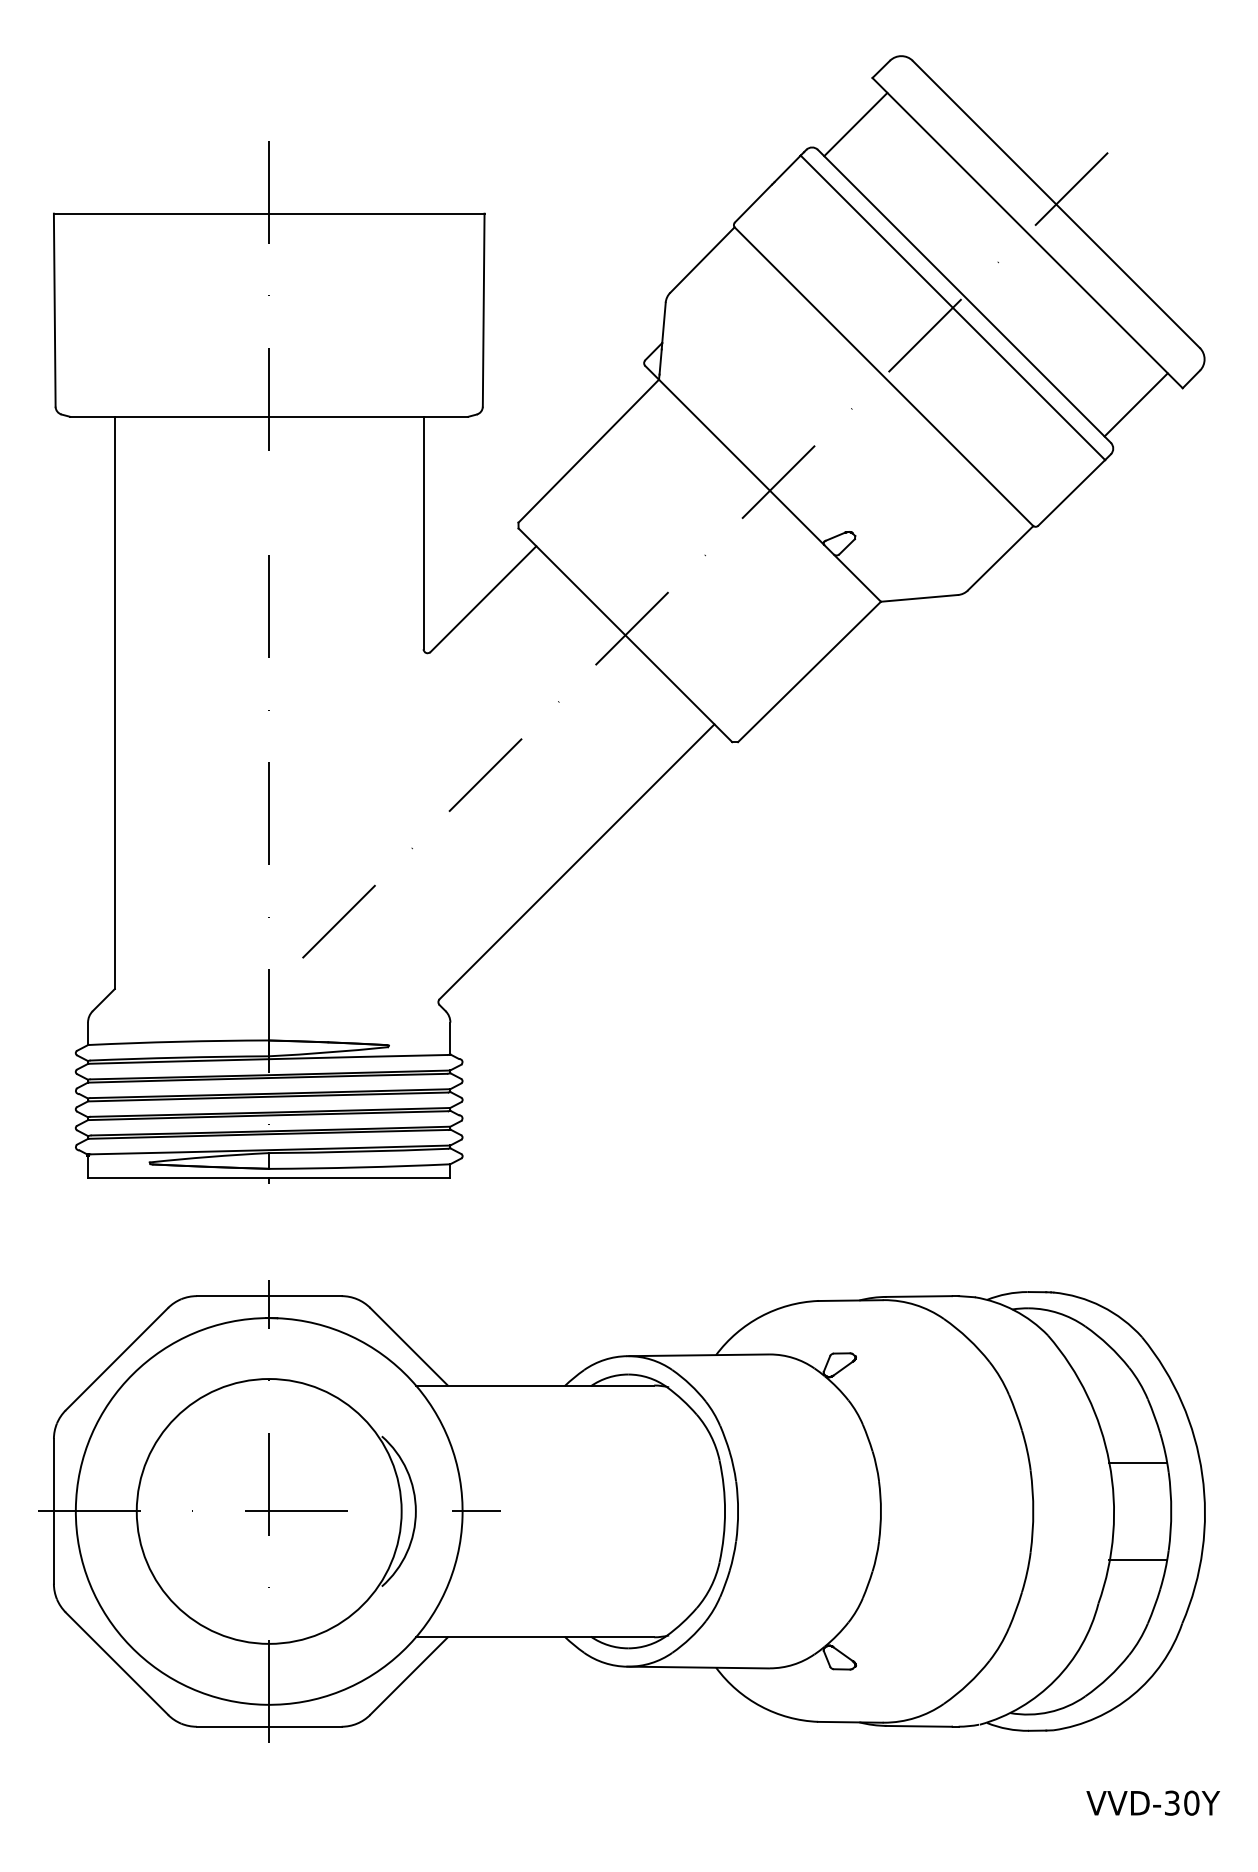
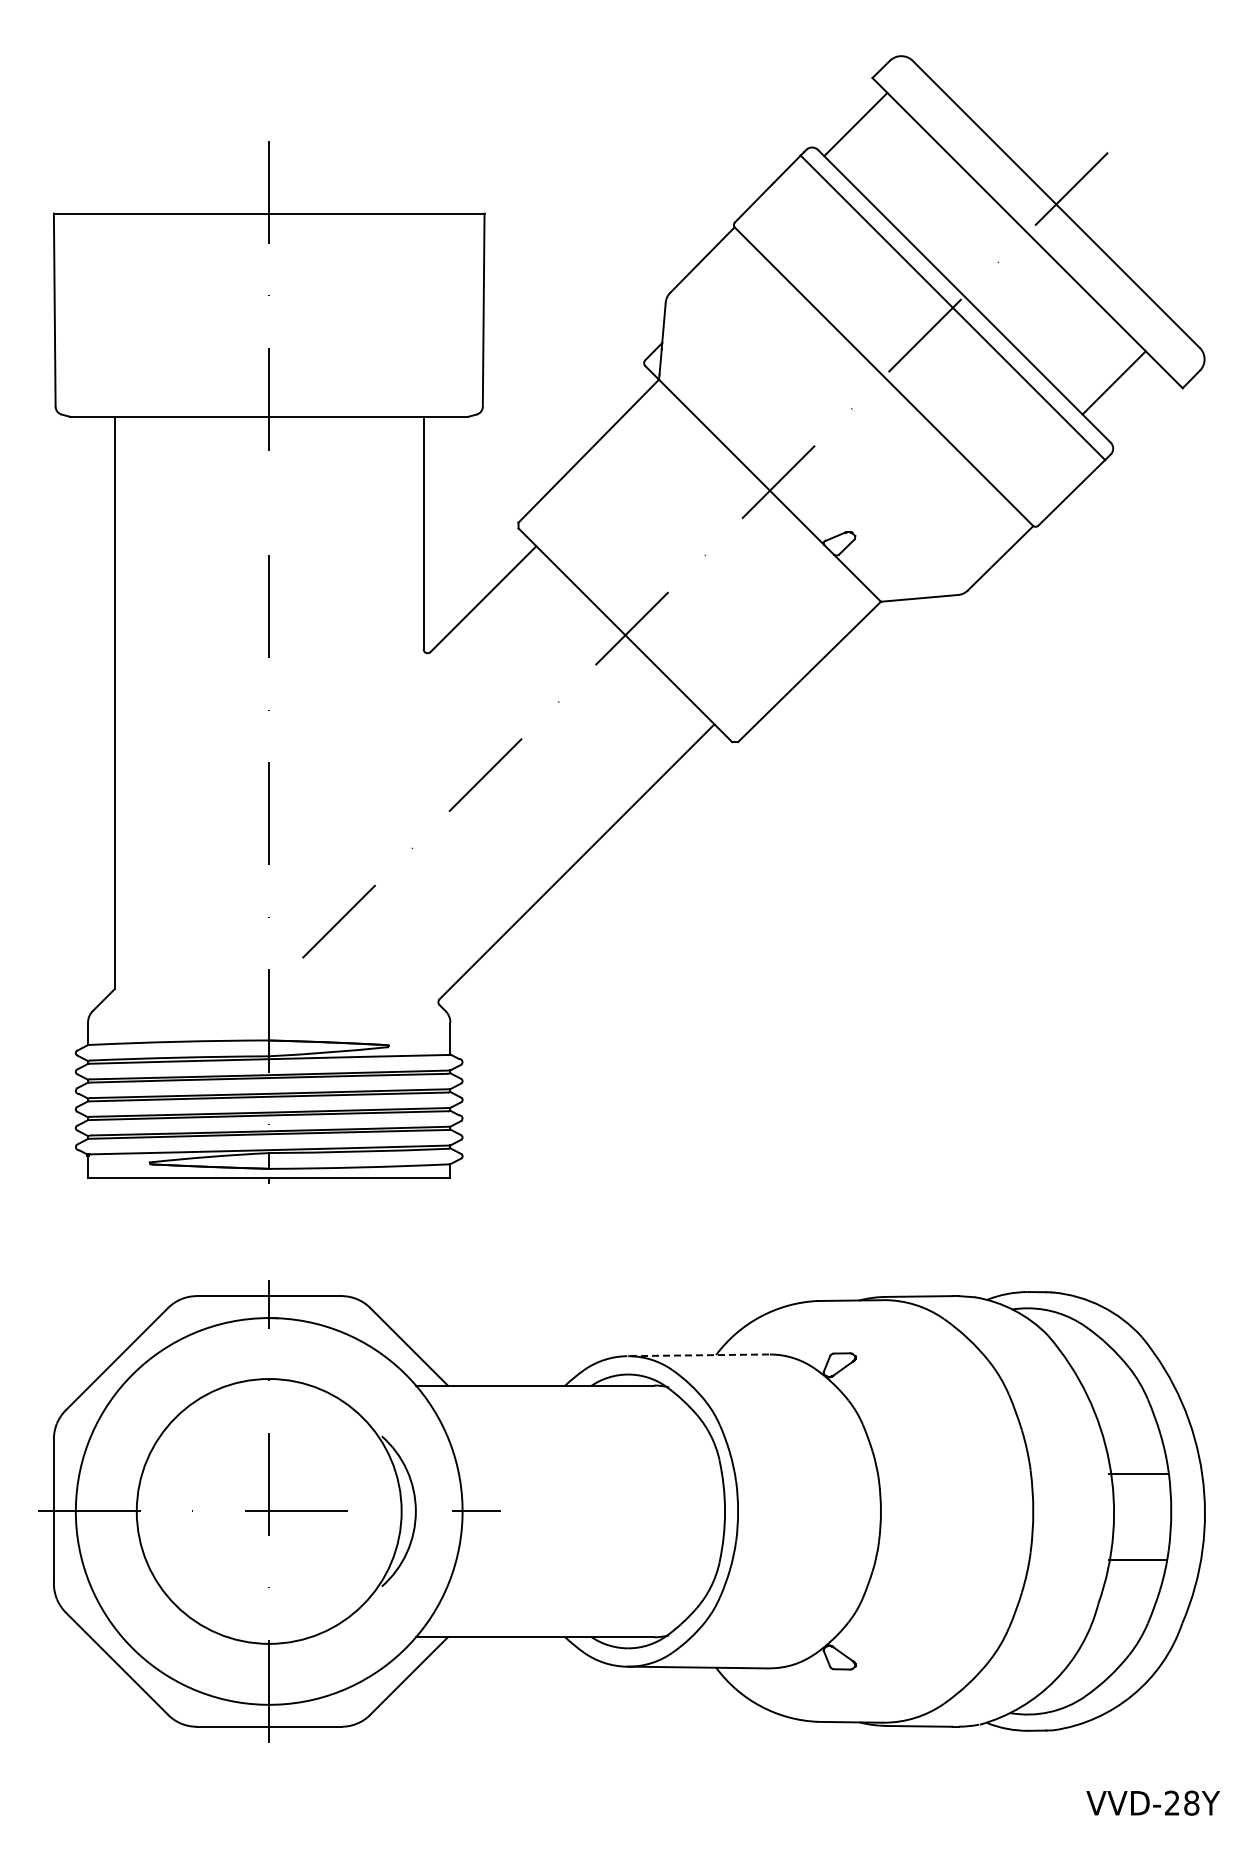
line at (1135, 404) position: (1135, 404) -> (1113, 382)
line at (698, 1355): solid -> dashed
line at (1138, 1462) position: (1138, 1462) -> (1138, 1473)
text at (1181, 1802): VVD-30Y -> VVD-28Y
